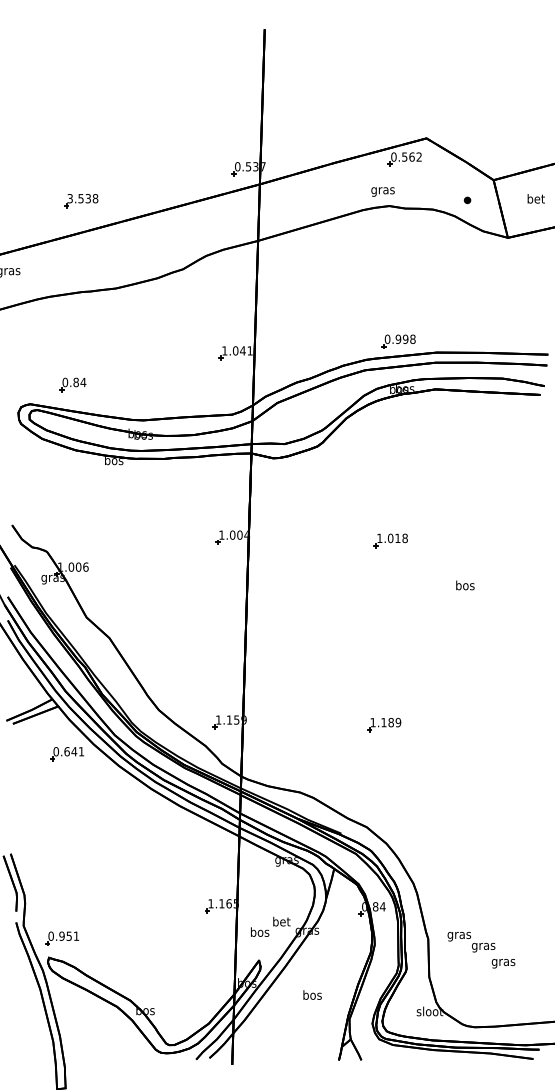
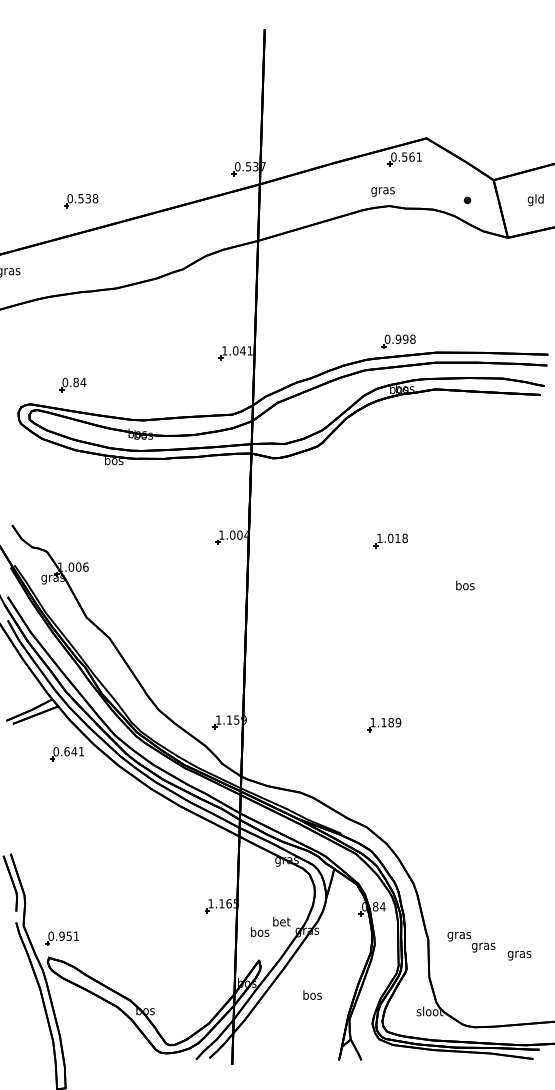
text at (418, 156): 0.562 -> 0.561
text at (69, 198): 3.538 -> 0.538
text at (535, 200): bet -> gld
text at (503, 963) position: (503, 963) -> (519, 955)
